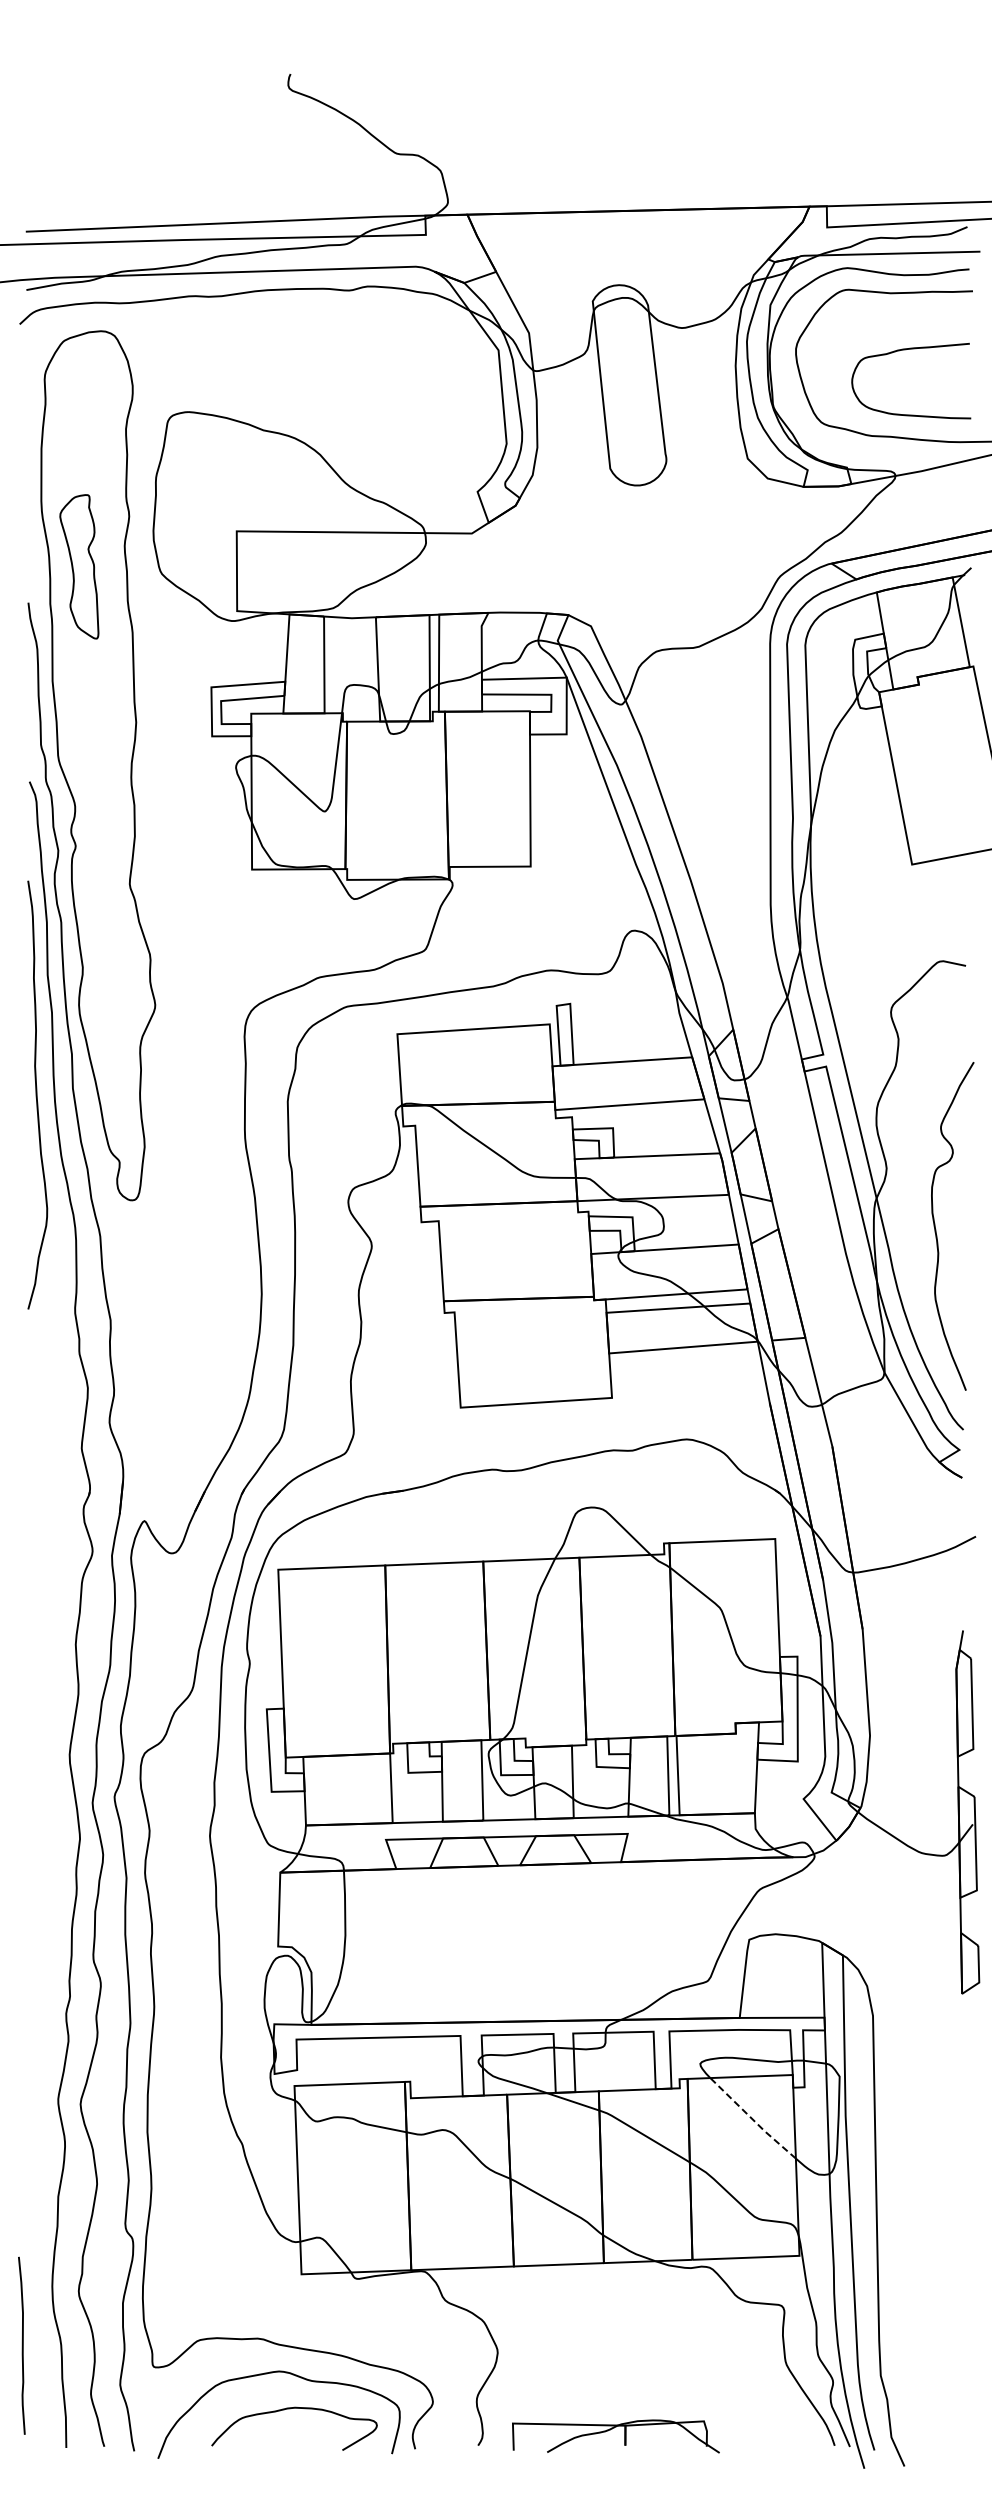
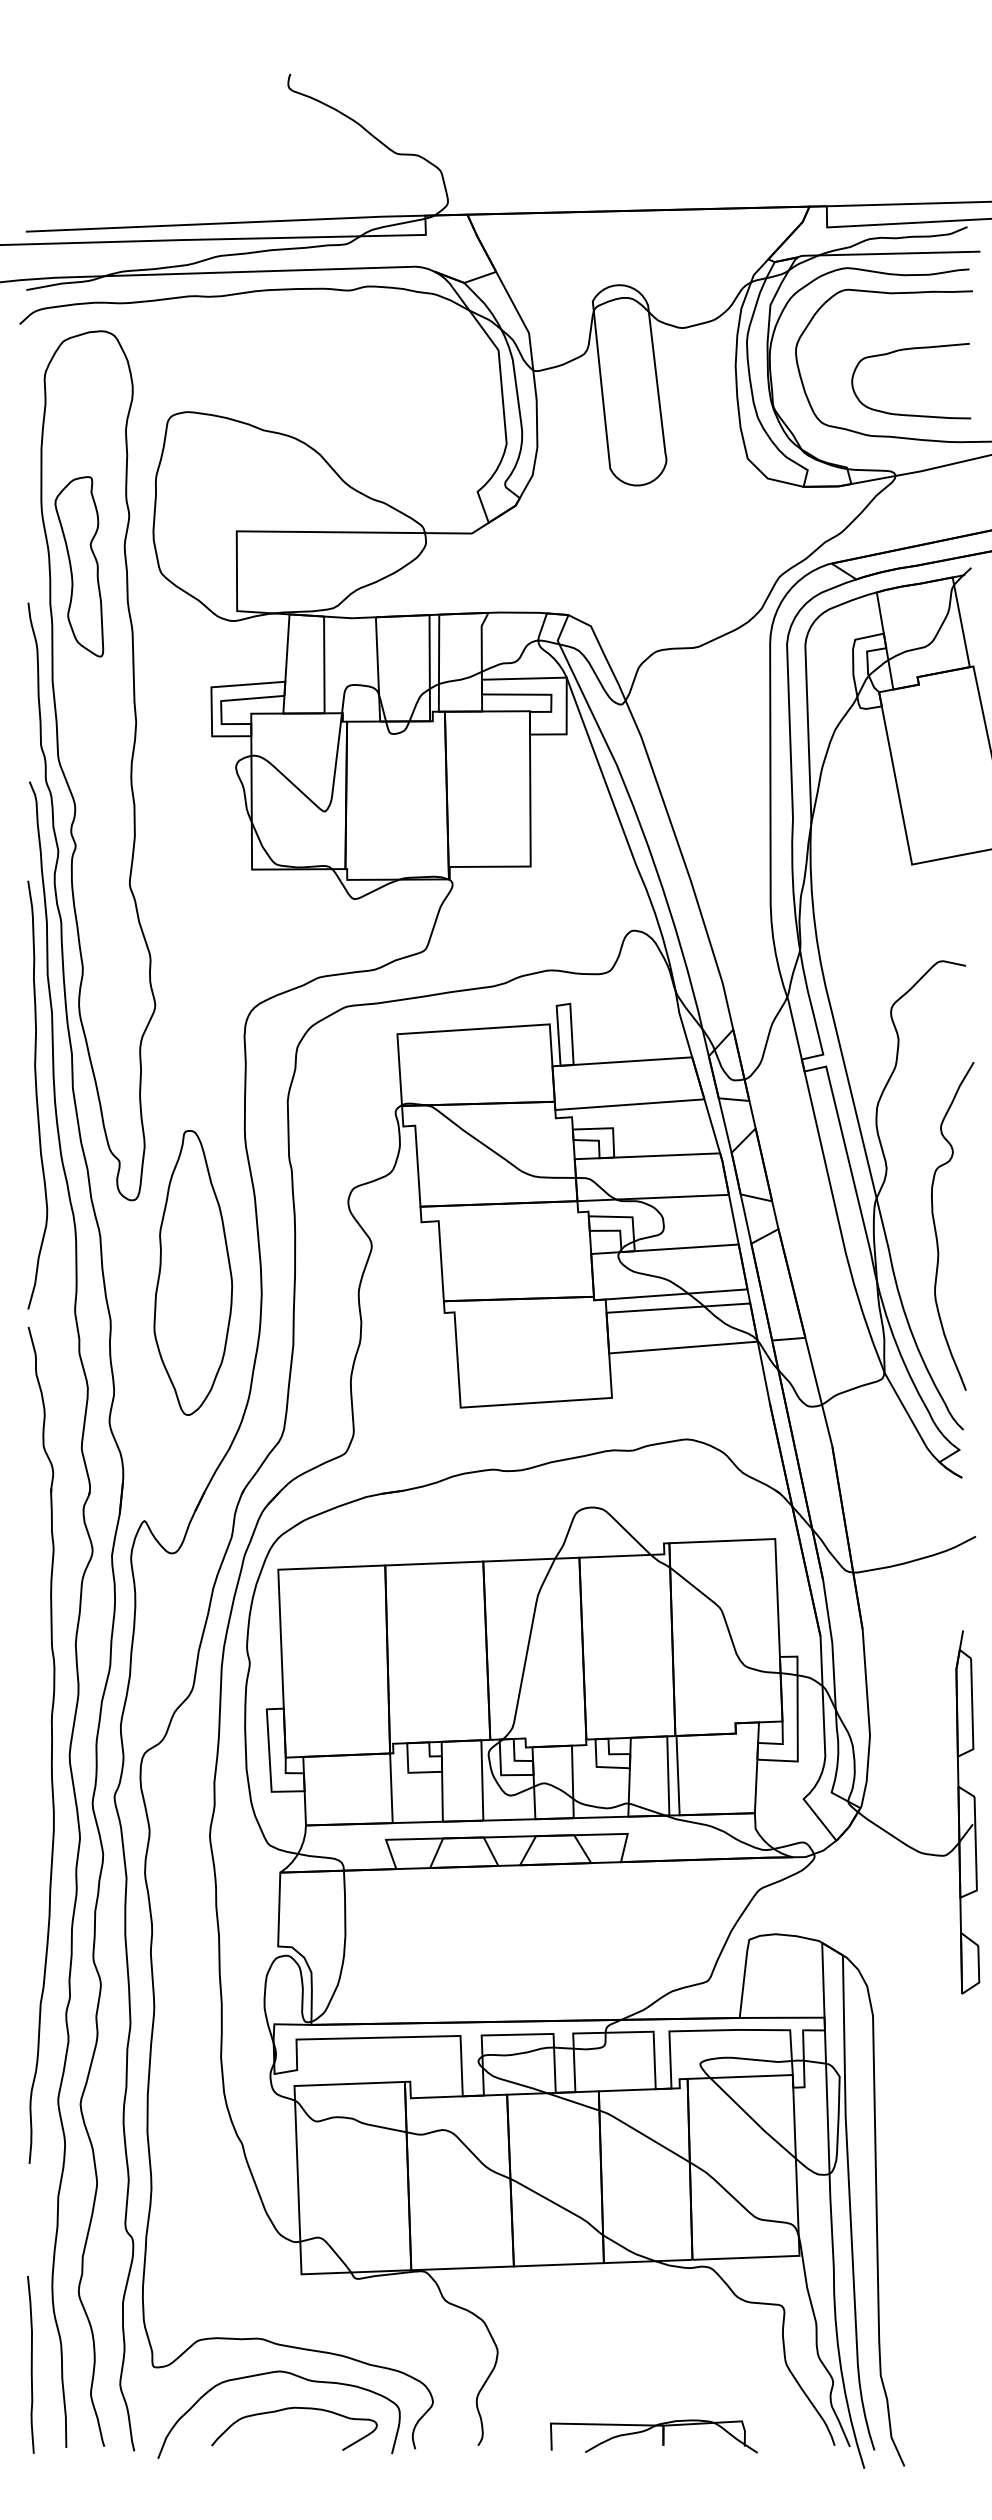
part at (79, 566) size: 41x146 px -> 51x182 px
part at (193, 1272): none -> present
part at (51, 1744): none -> present
line at (752, 2119): dashed -> solid
curve at (21, 2345) position: (21, 2345) -> (30, 2364)
part at (612, 2429) position: (612, 2429) -> (650, 2429)
